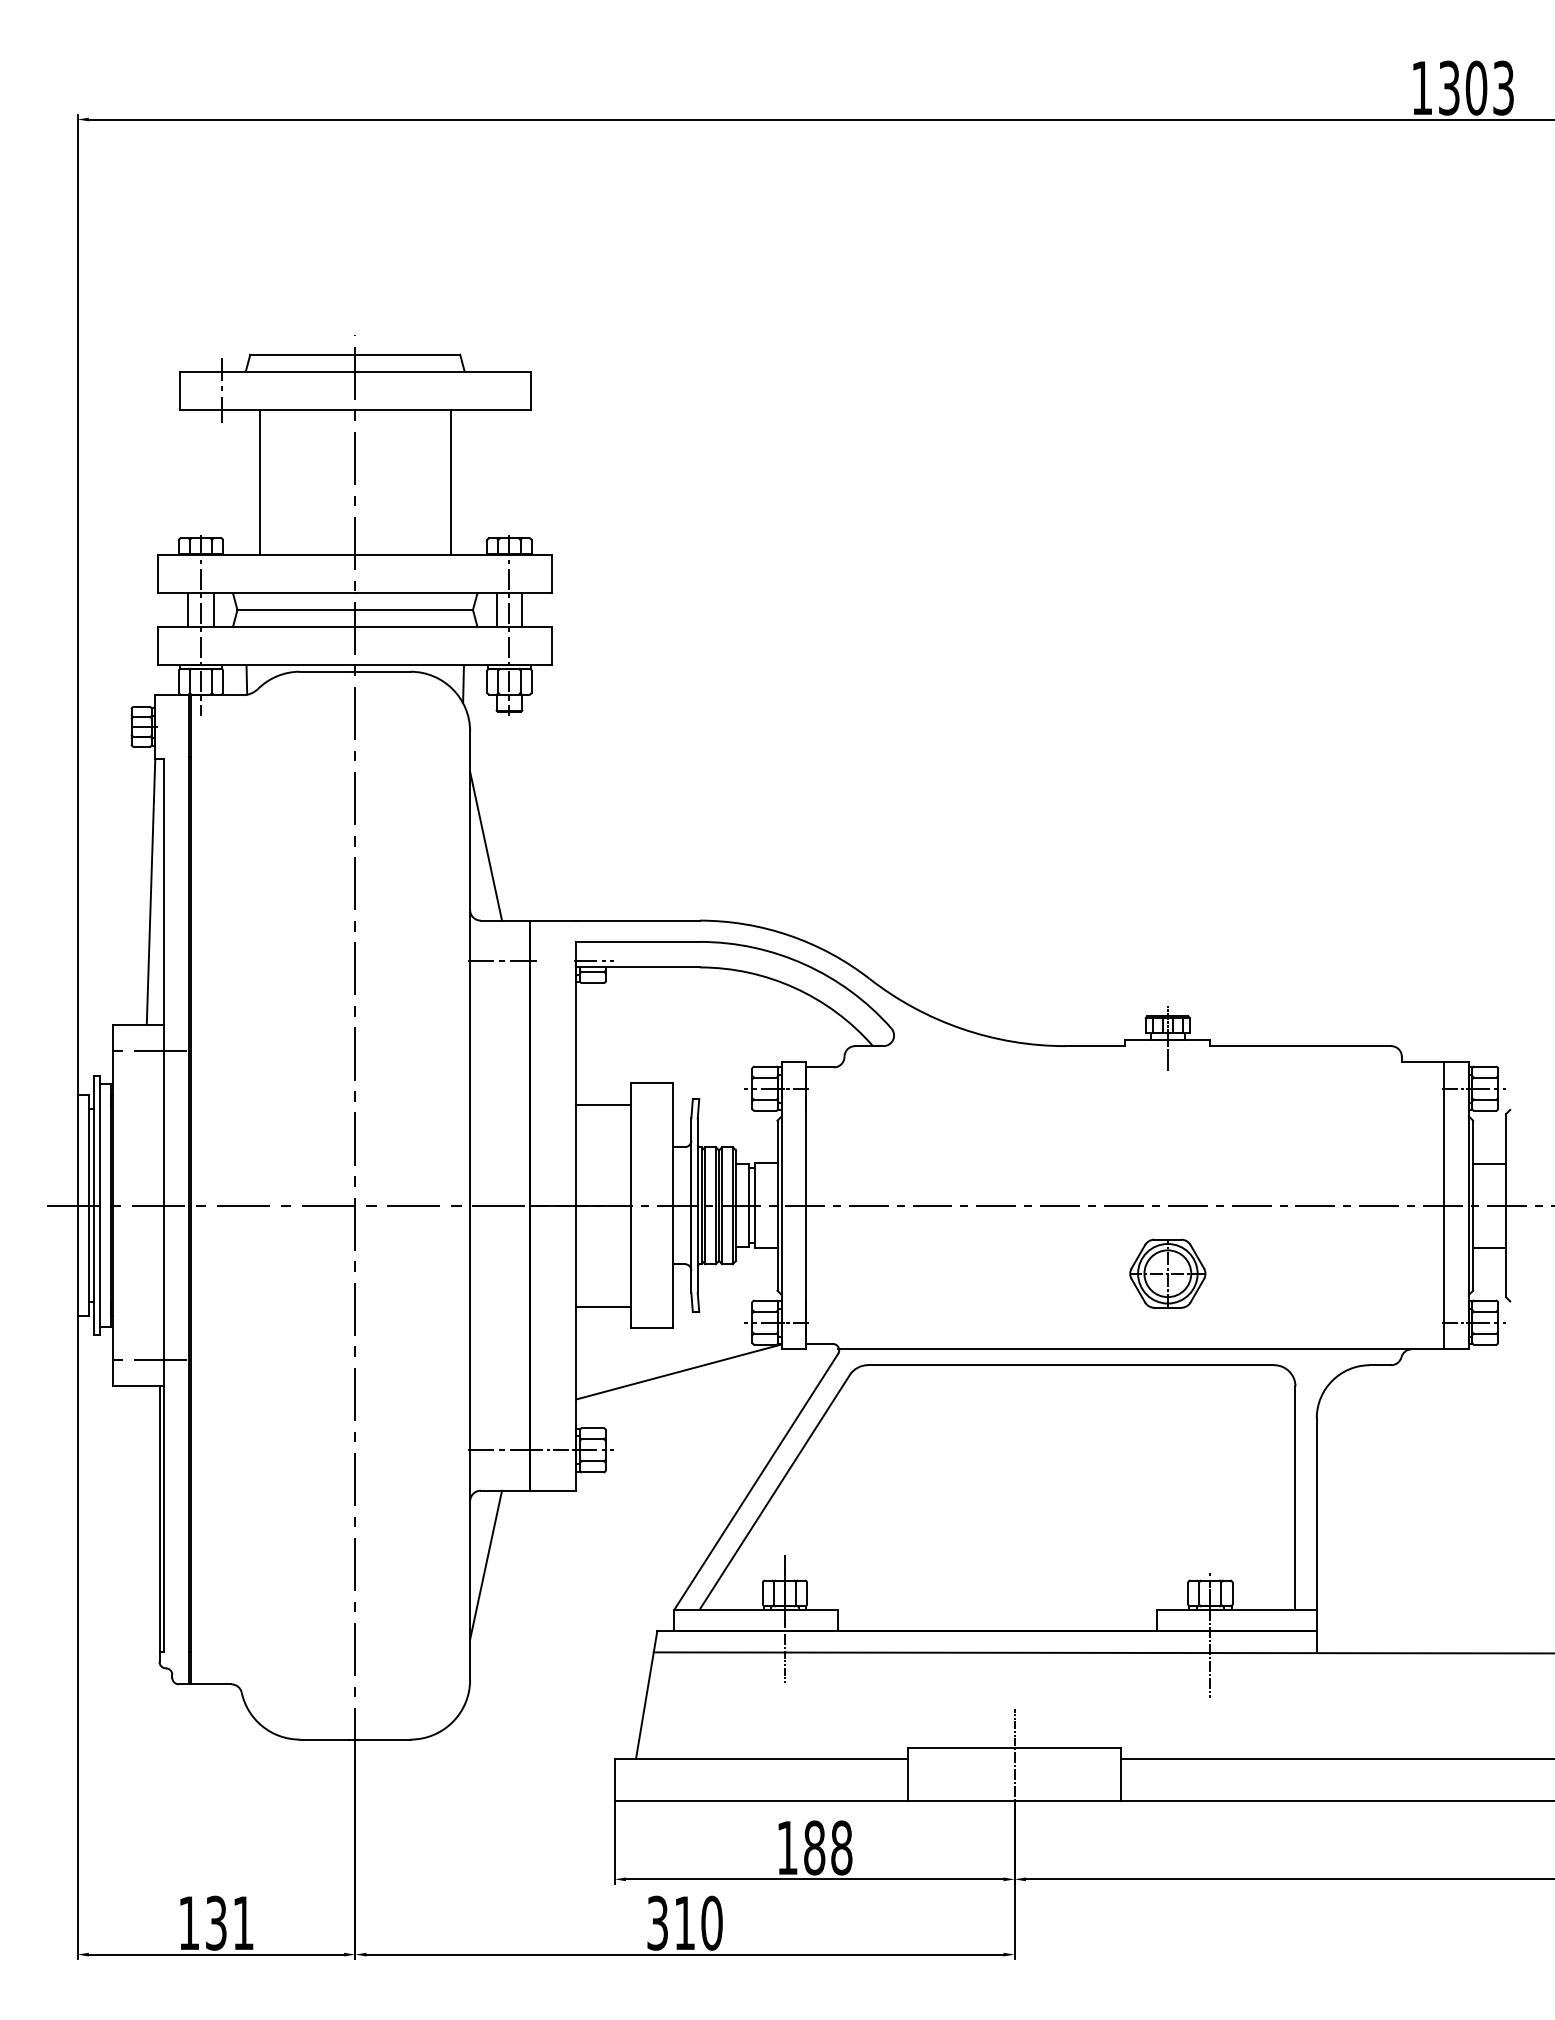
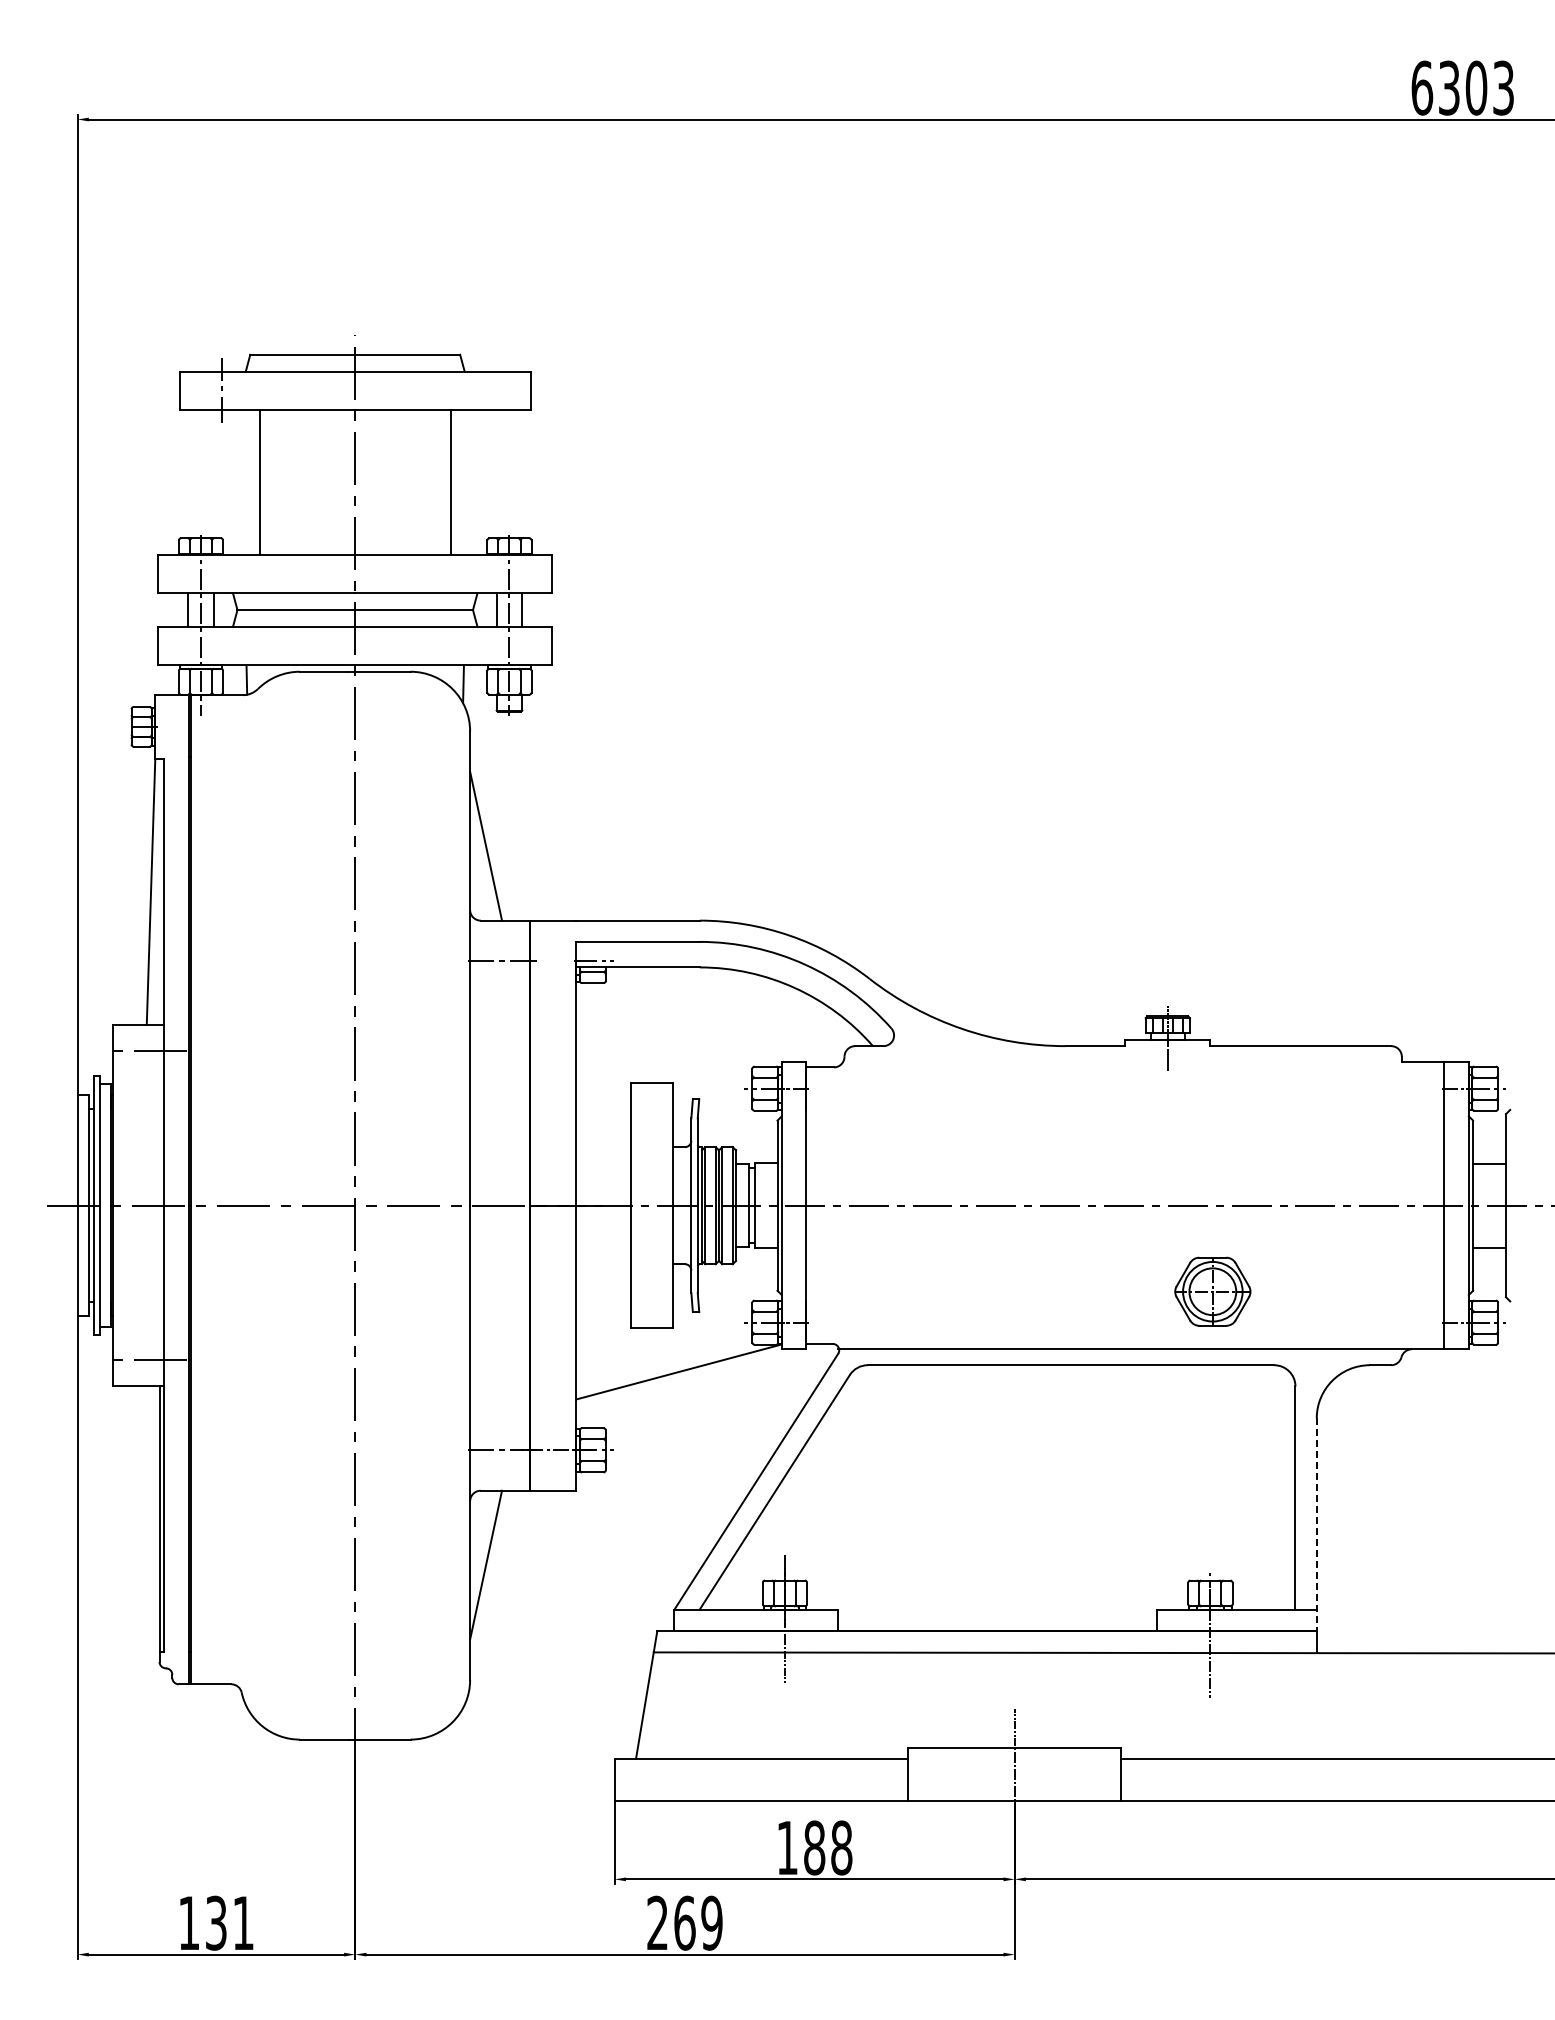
text at (1422, 87): 1303 -> 6303
line at (603, 1104): present -> none
part at (1167, 1273) position: (1167, 1273) -> (1212, 1291)
line at (603, 1306): present -> none
line at (1316, 1525): solid -> dashed
text at (684, 1922): 310 -> 269
